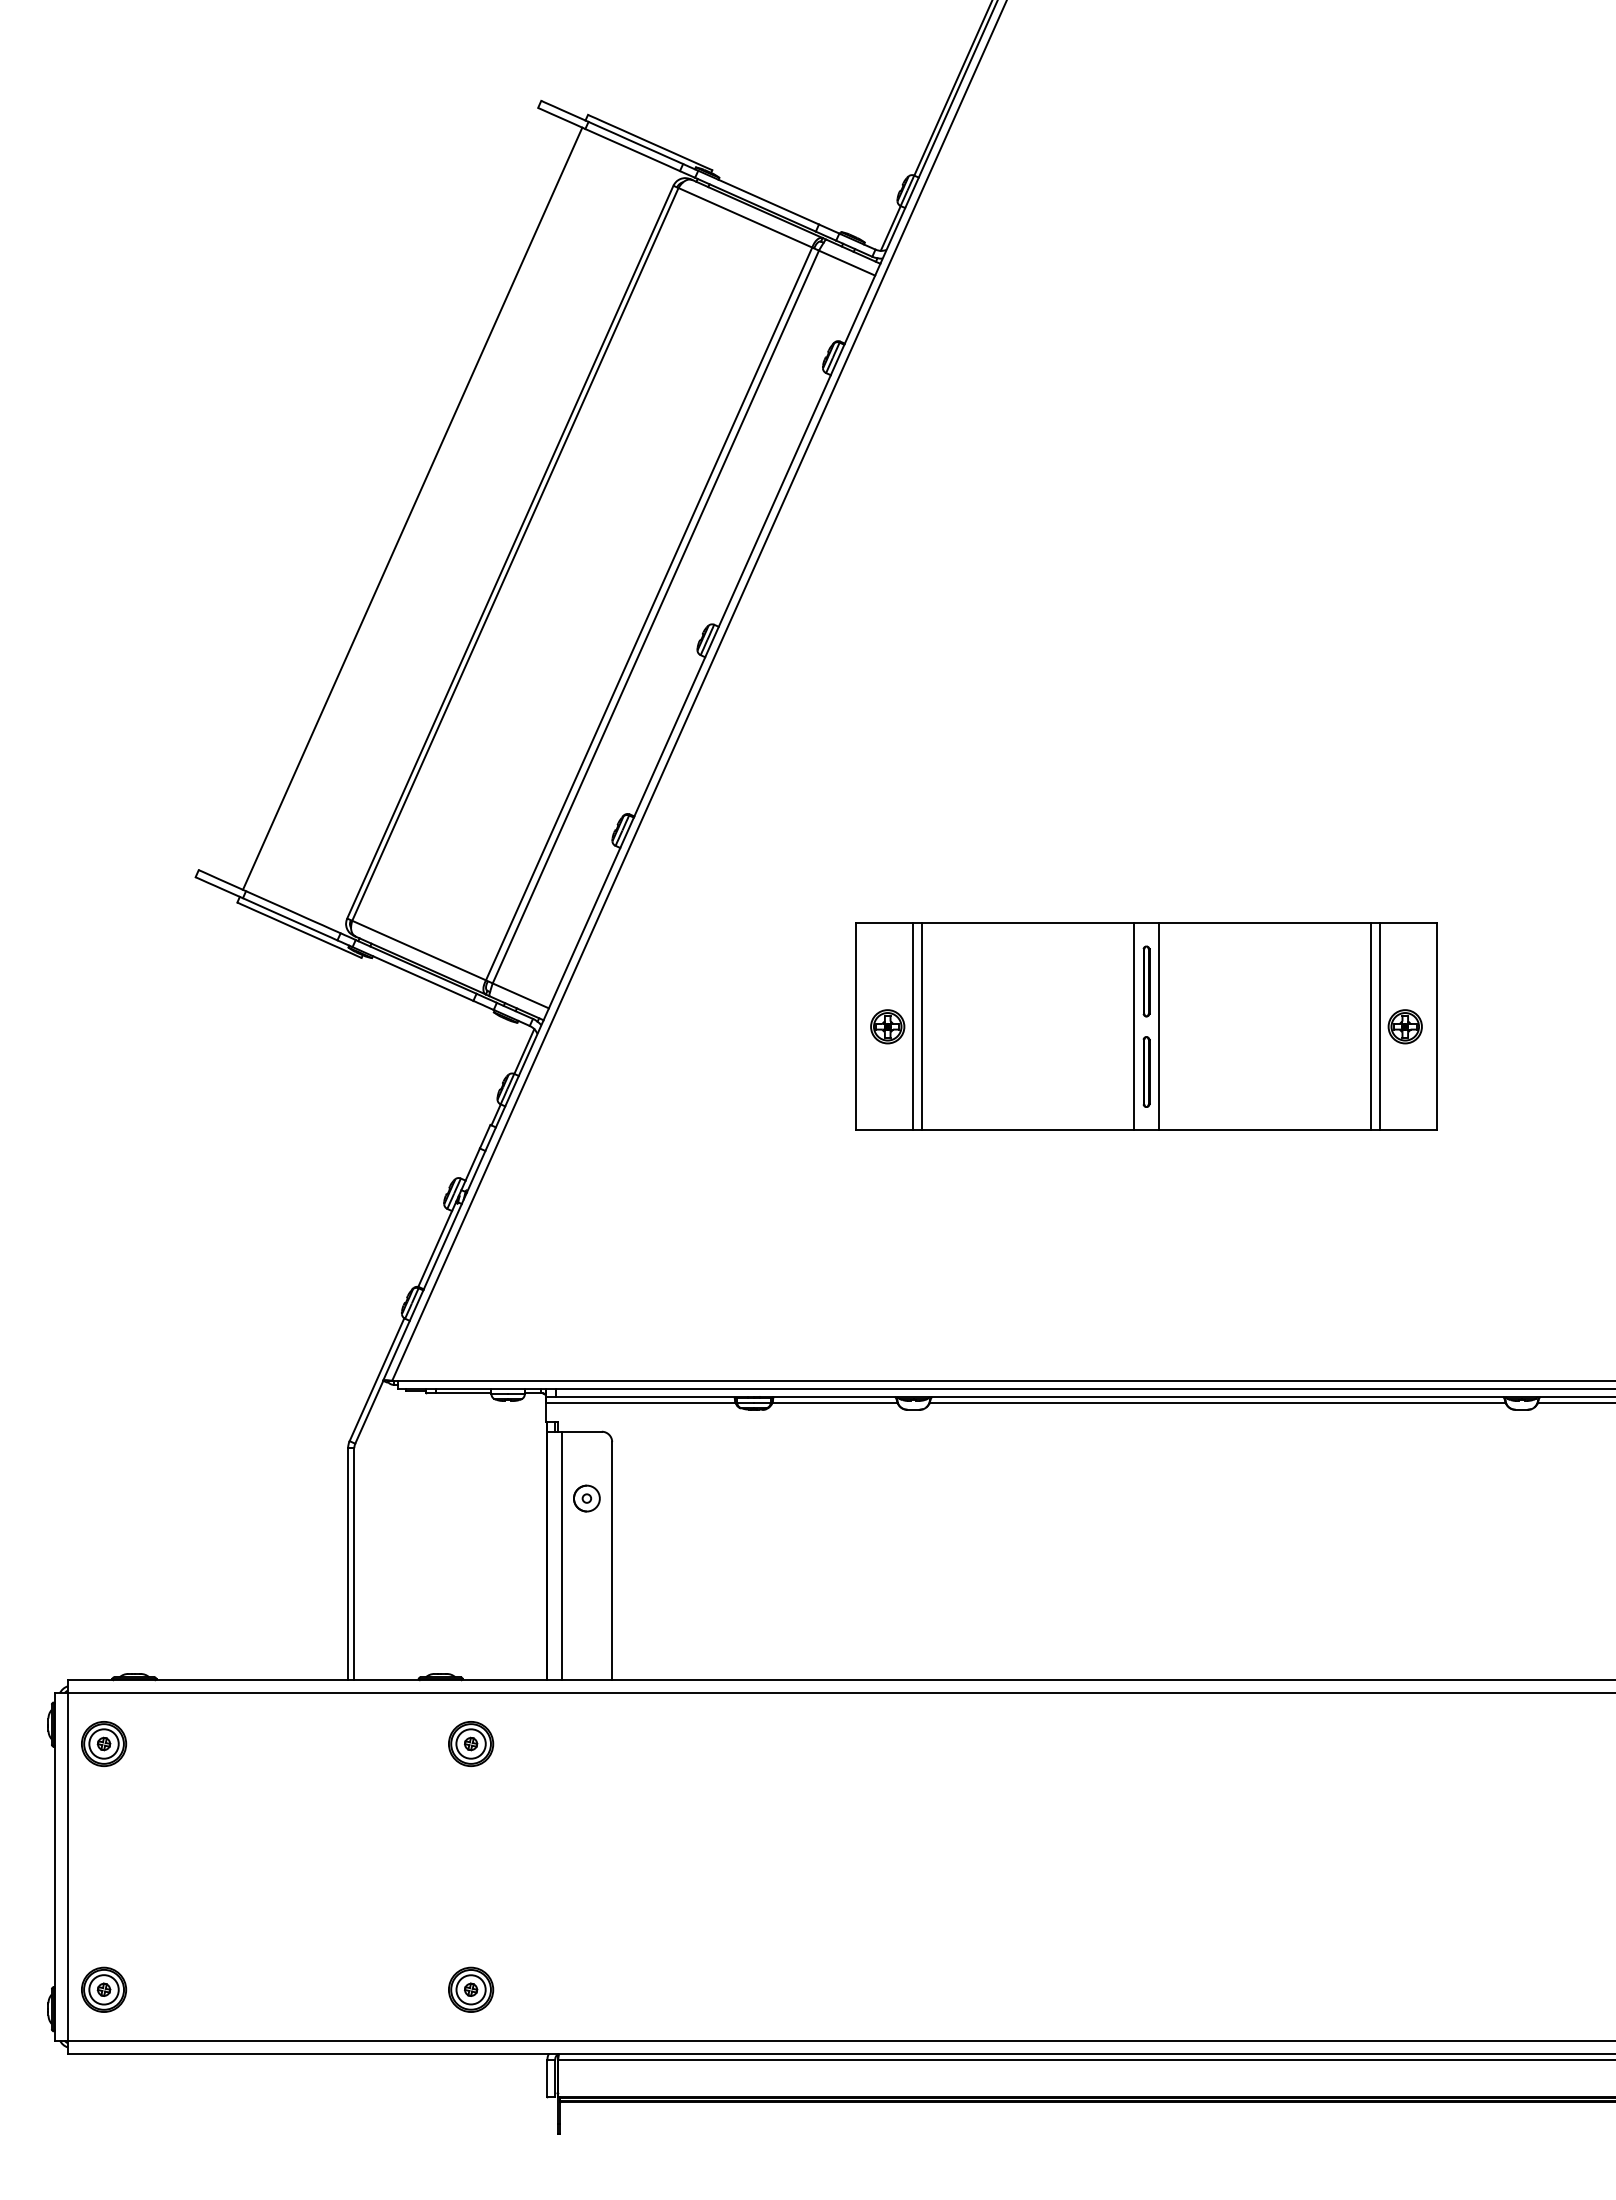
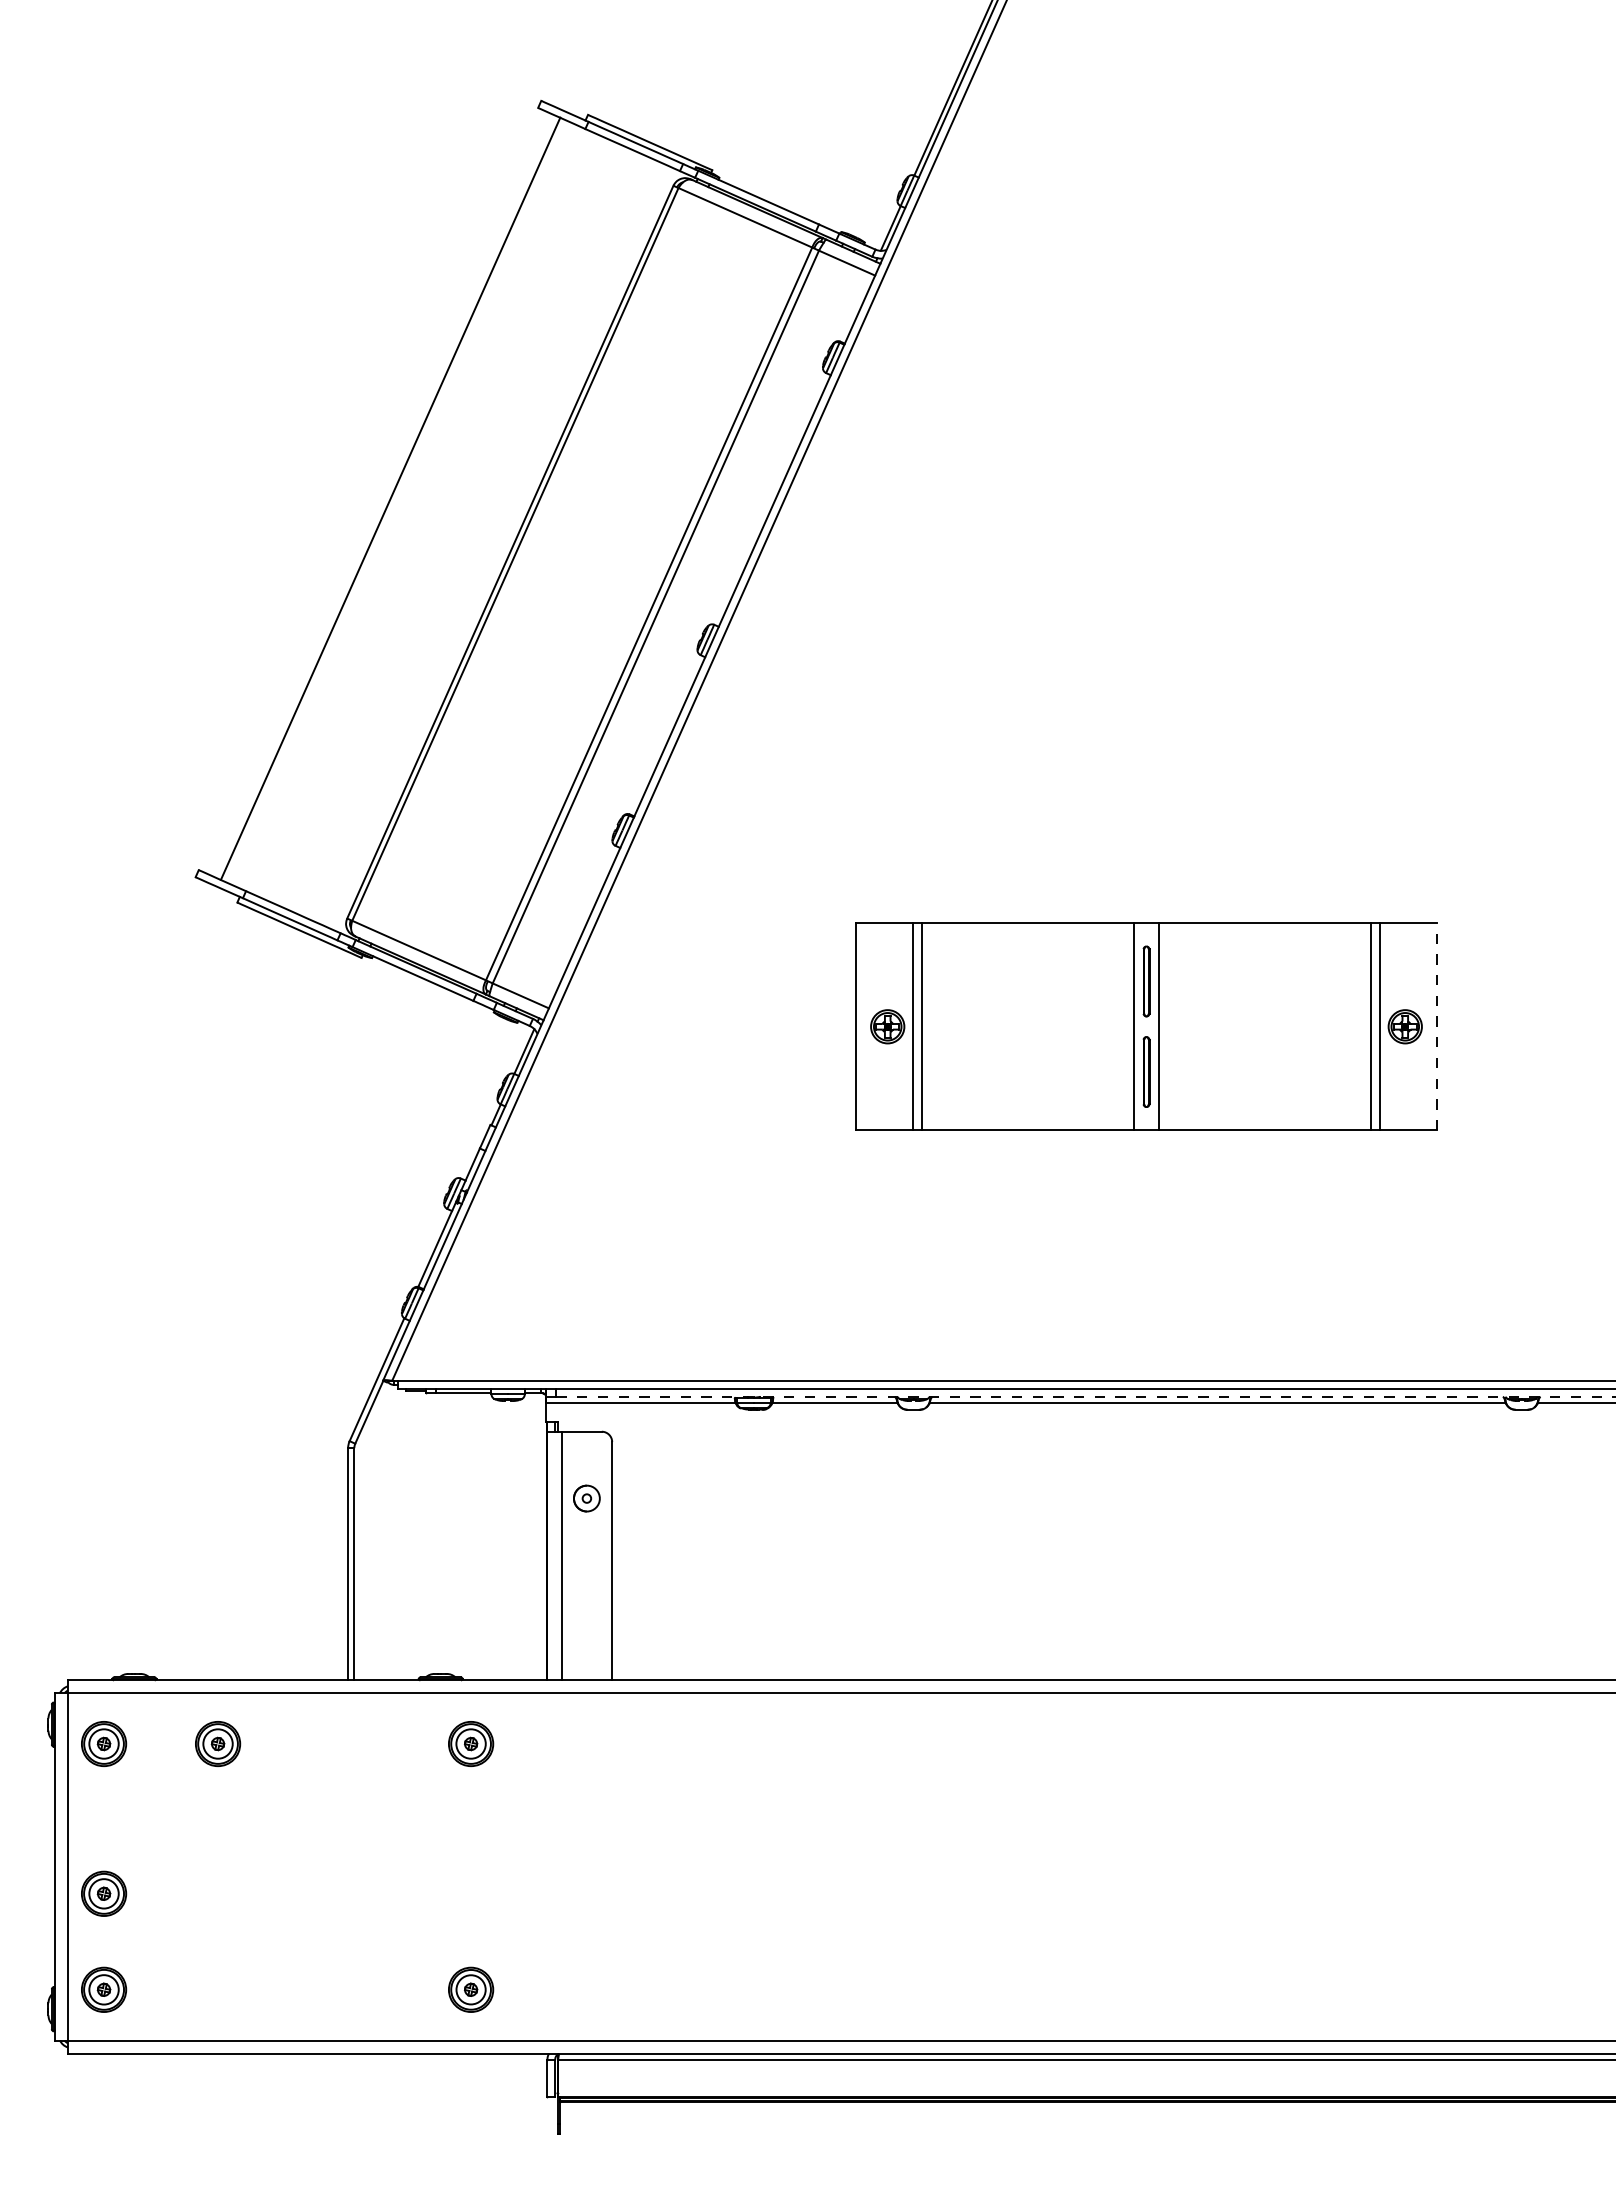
line at (412, 508) position: (412, 508) -> (390, 498)
line at (1436, 1026): solid -> dashed
line at (1086, 1396): solid -> dashed
part at (218, 1743): none -> present
part at (104, 1893): none -> present
